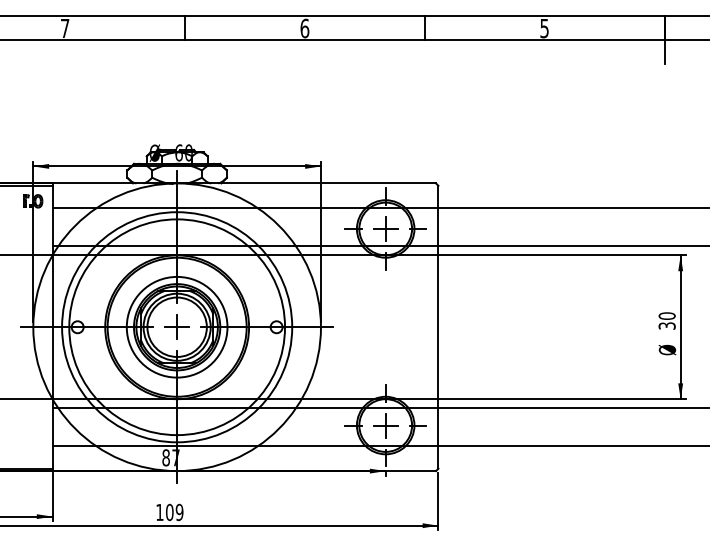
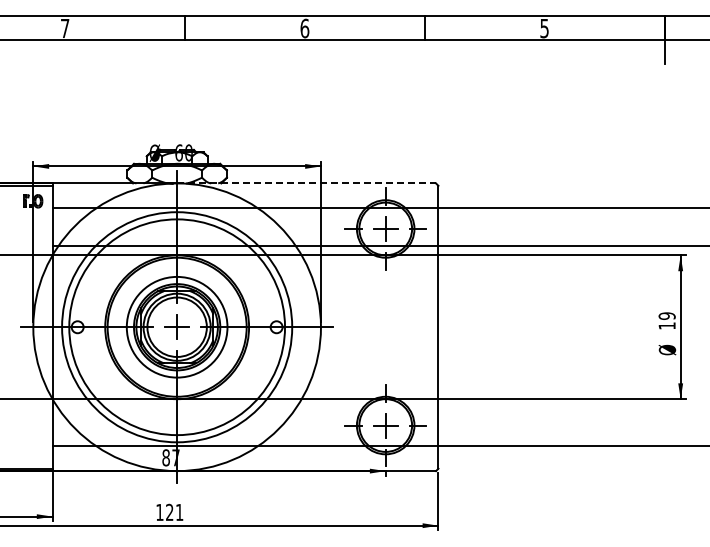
line at (307, 183): solid -> dashed
text at (666, 320): 30 -> 19
line at (379, 408): present -> none
text at (174, 512): 109 -> 121
